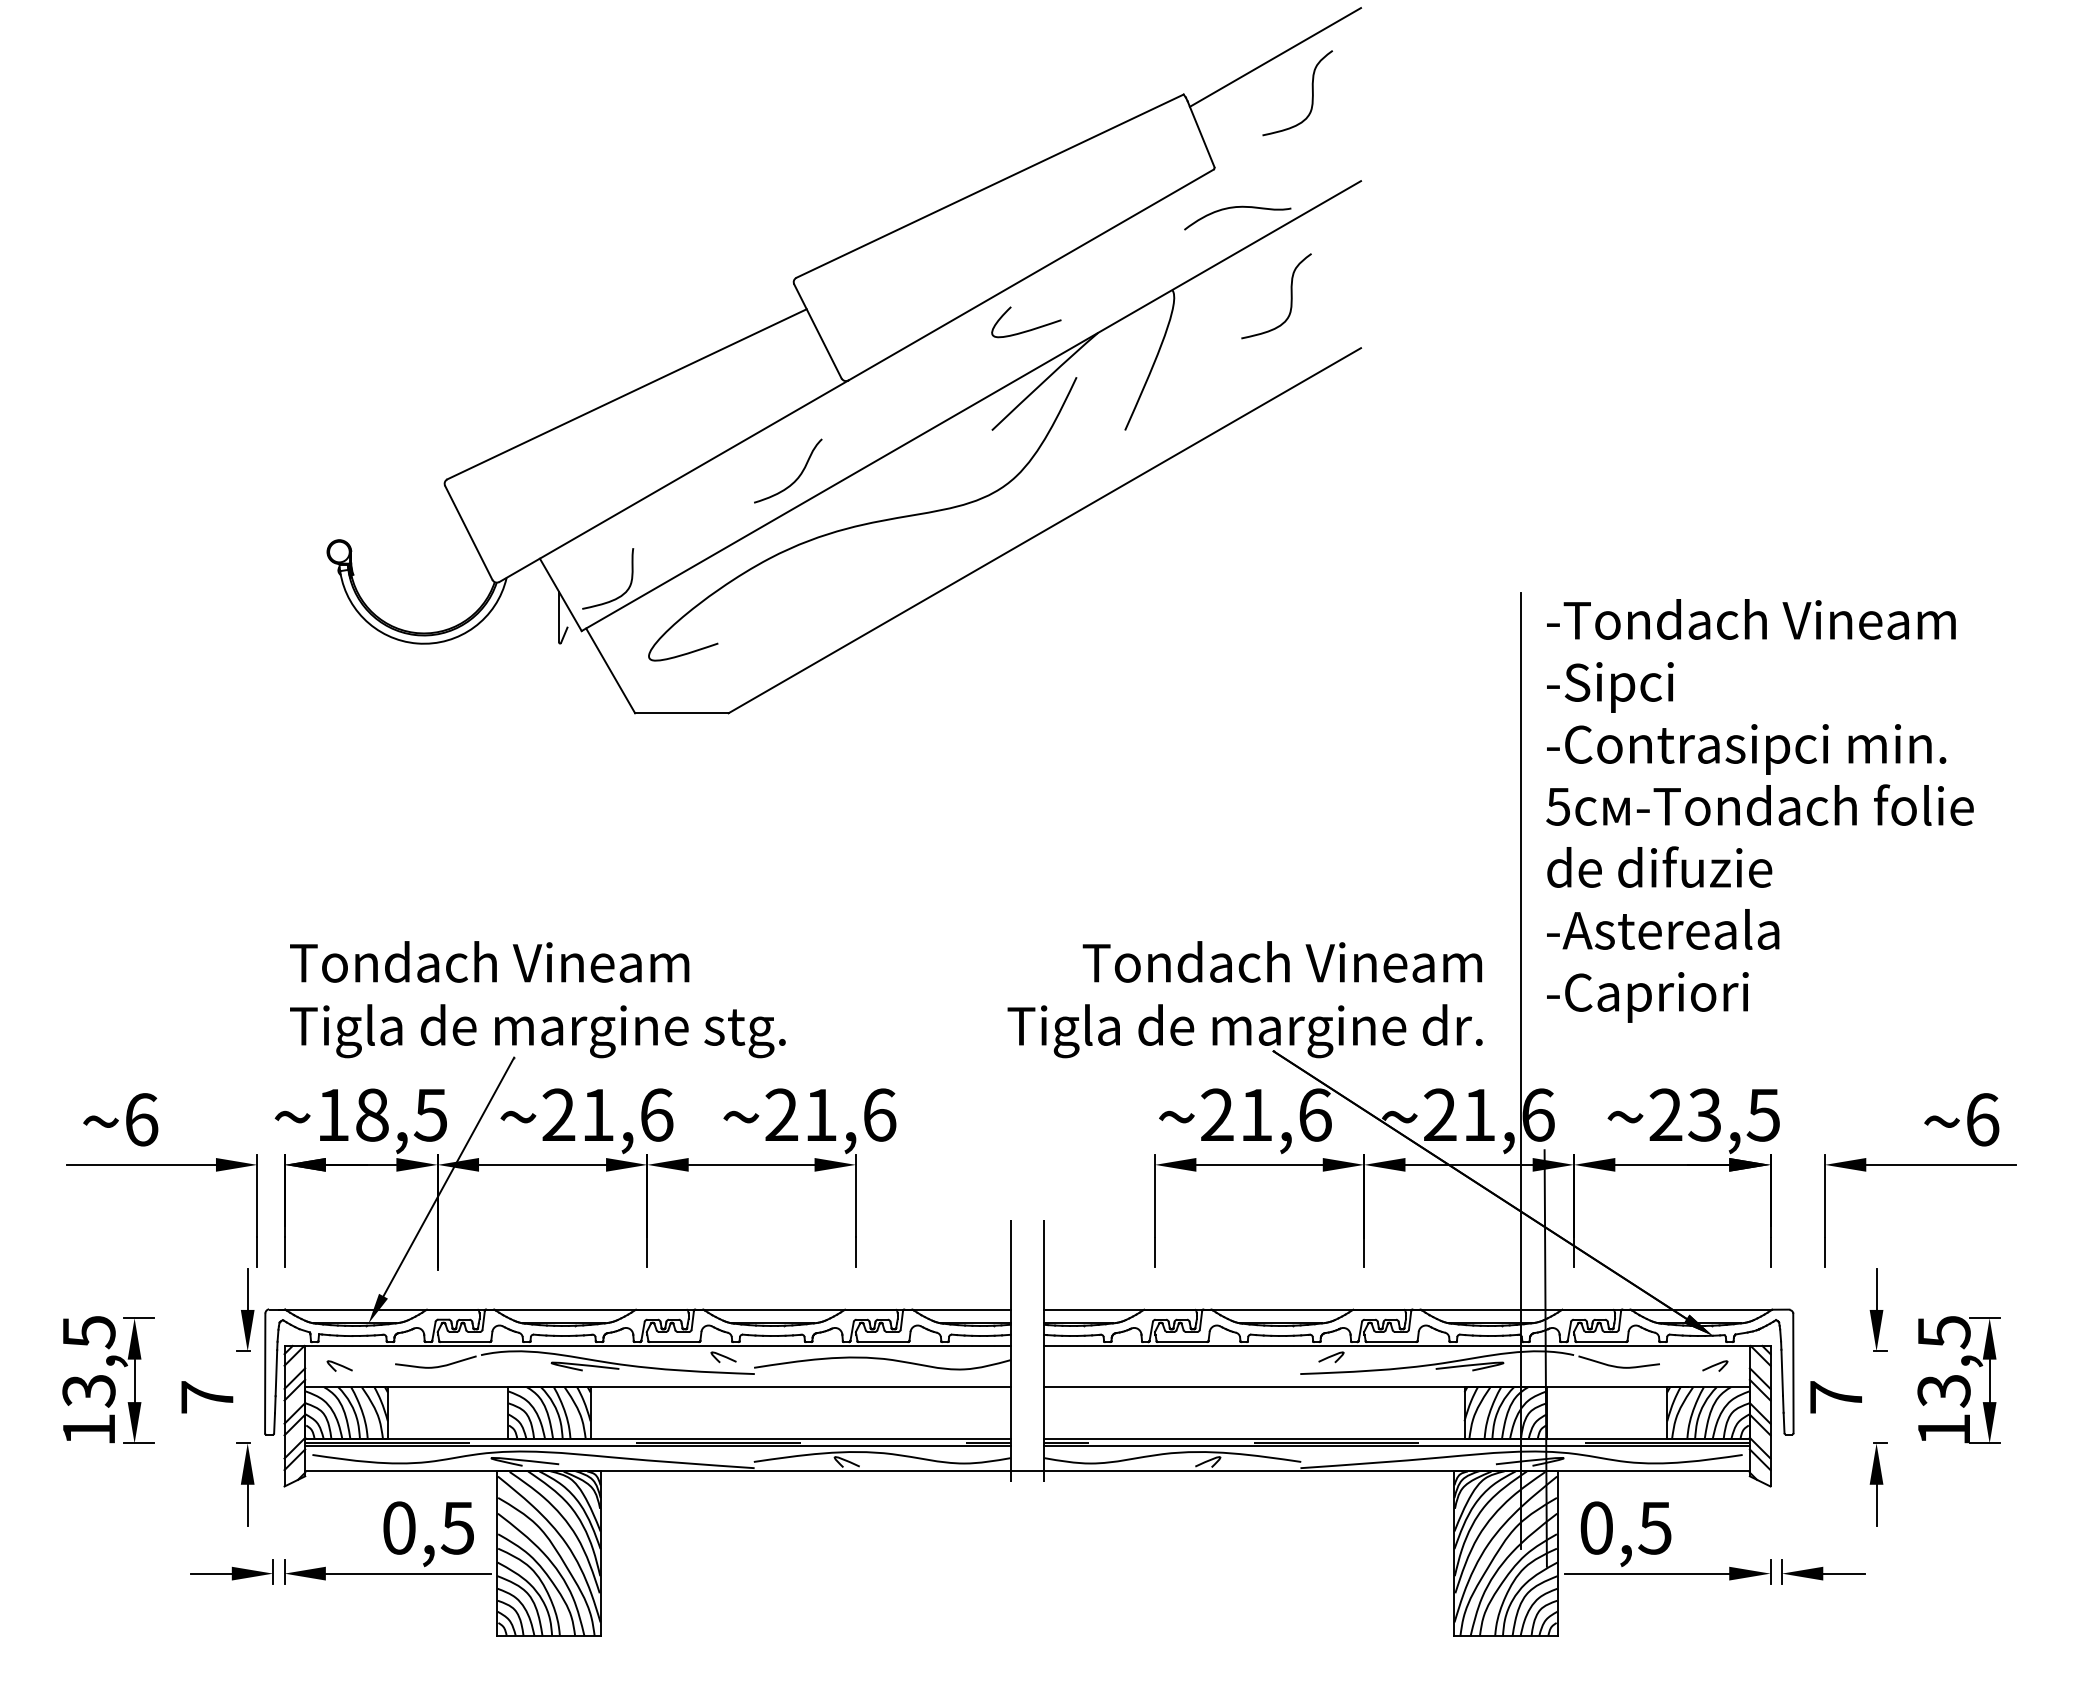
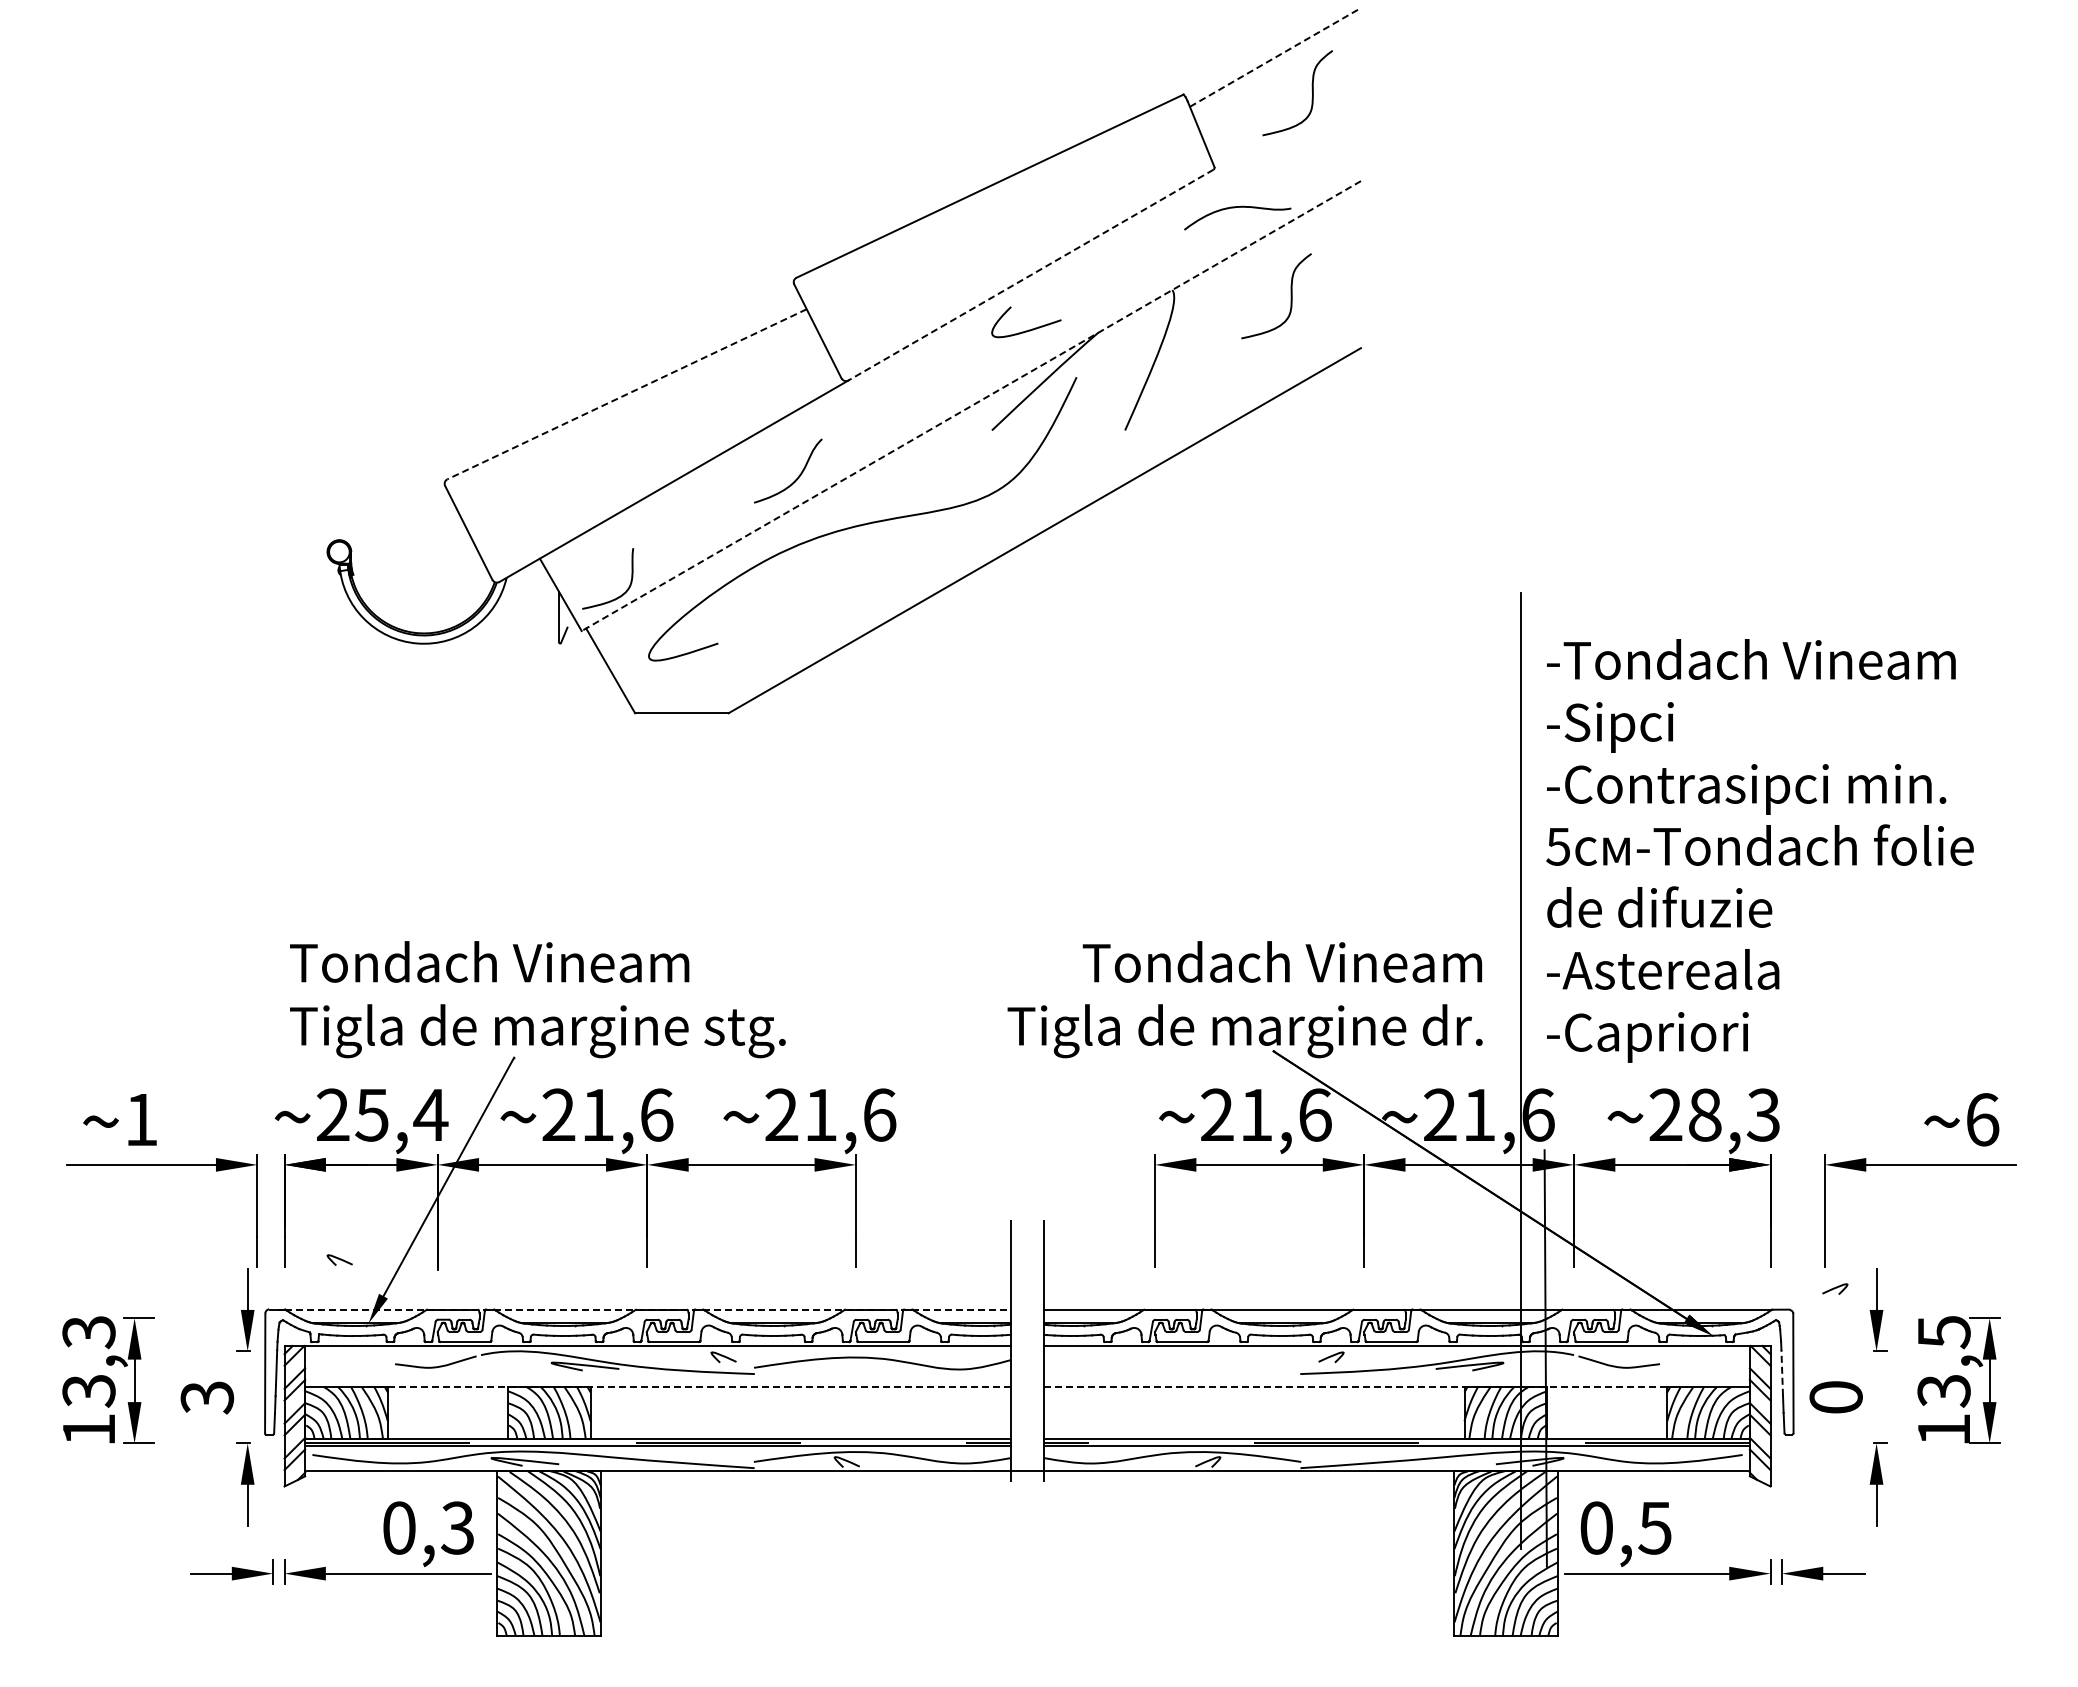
line at (1275, 57): solid -> dashed
line at (1031, 275): solid -> dashed
line at (627, 394): solid -> dashed
line at (971, 406): solid -> dashed
text at (1759, 810) position: (1759, 810) -> (1759, 850)
text at (382, 1114): 18,5 -> 25,4
text at (1733, 1114): 23,5 -> 28,3
text at (142, 1119): 6 -> 1
line at (647, 1309): solid -> dashed
text at (88, 1332): 13,5 -> 13,3
curve at (339, 1365) position: (339, 1365) -> (339, 1259)
curve at (1715, 1365) position: (1715, 1365) -> (1835, 1288)
line at (1782, 1372): solid -> dashed
line at (688, 1387): solid -> dashed
line at (1366, 1387): solid -> dashed
text at (207, 1397): 7 -> 3
text at (1835, 1397): 7 -> 0
text at (457, 1527): 0,5 -> 0,3
